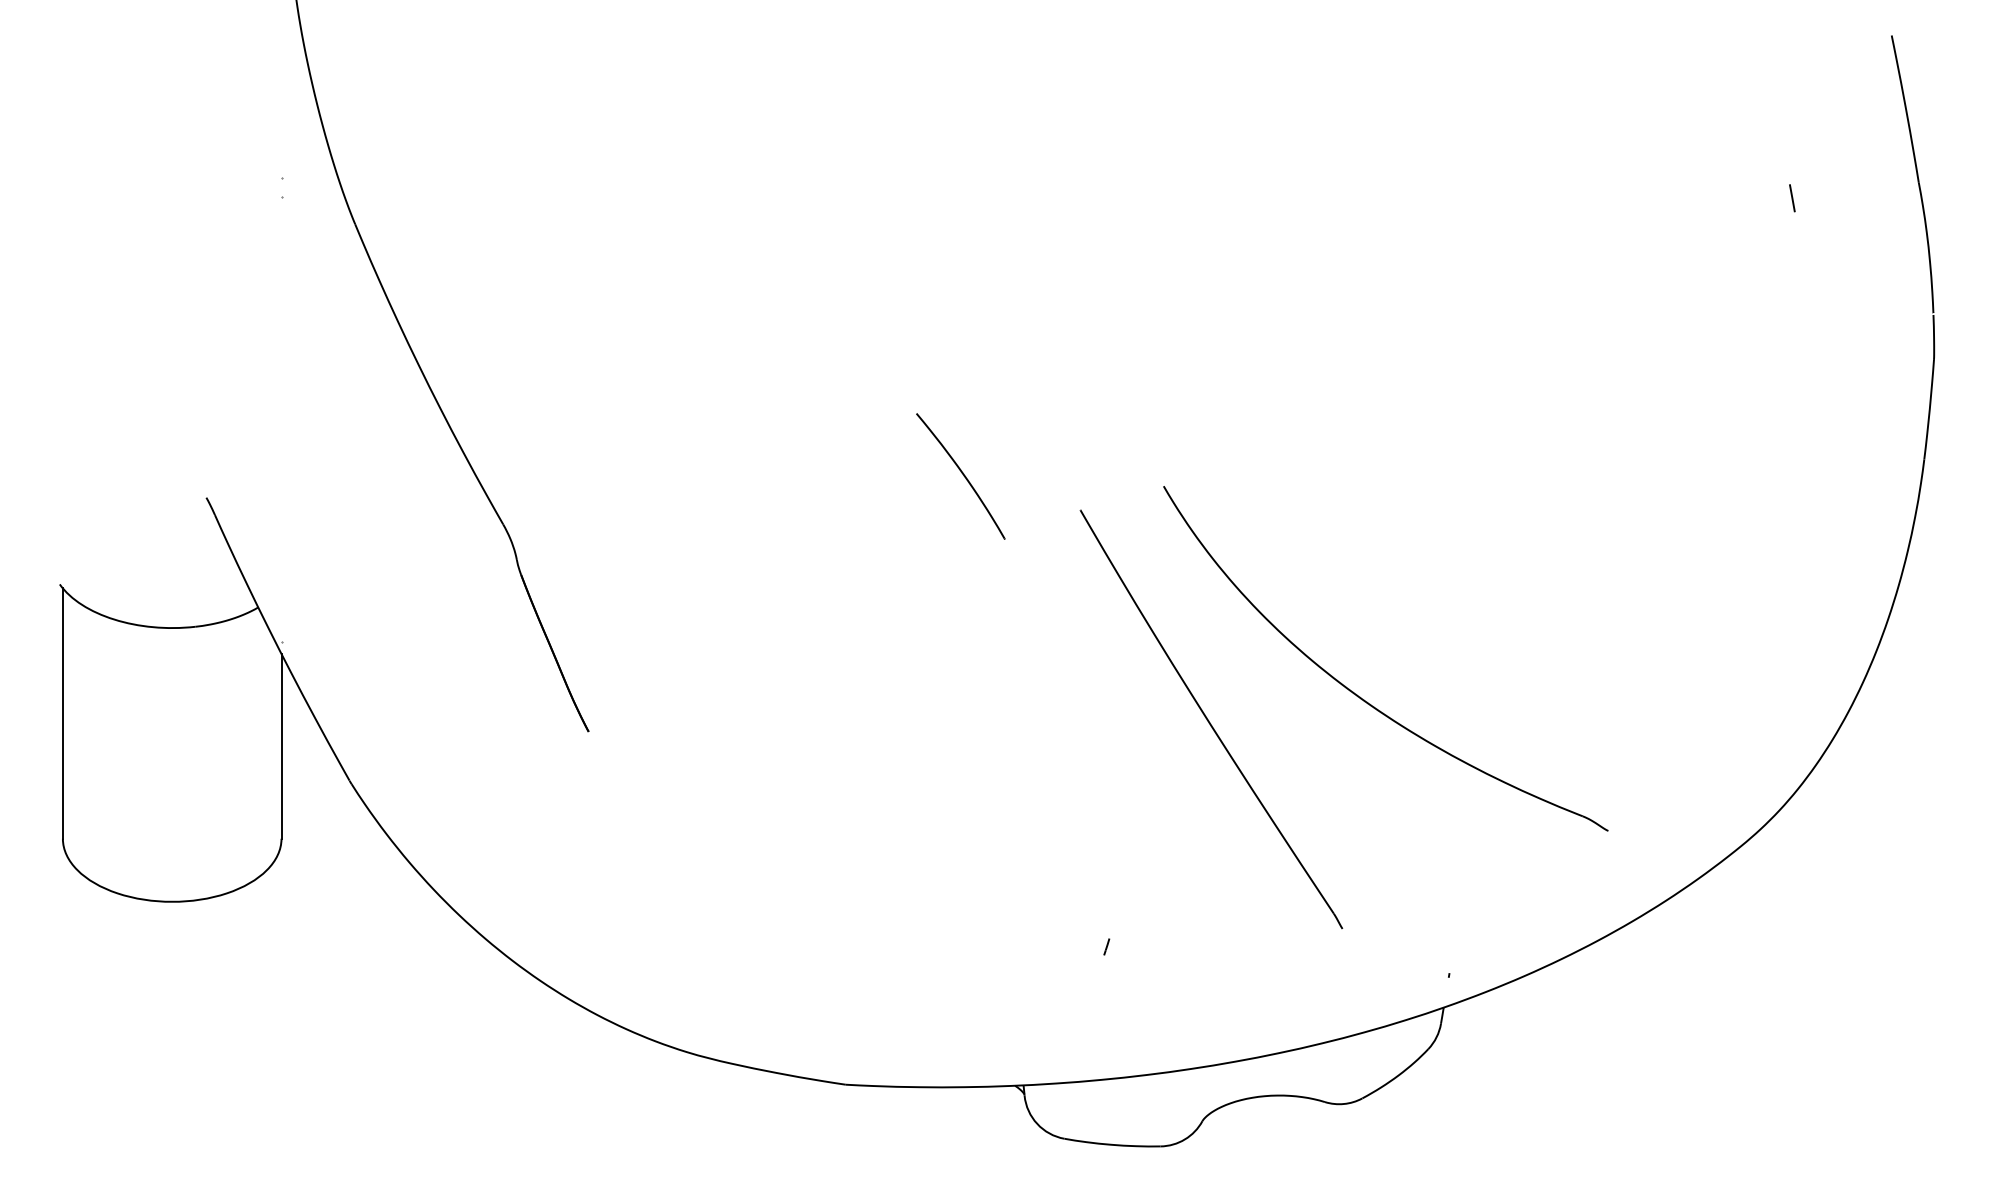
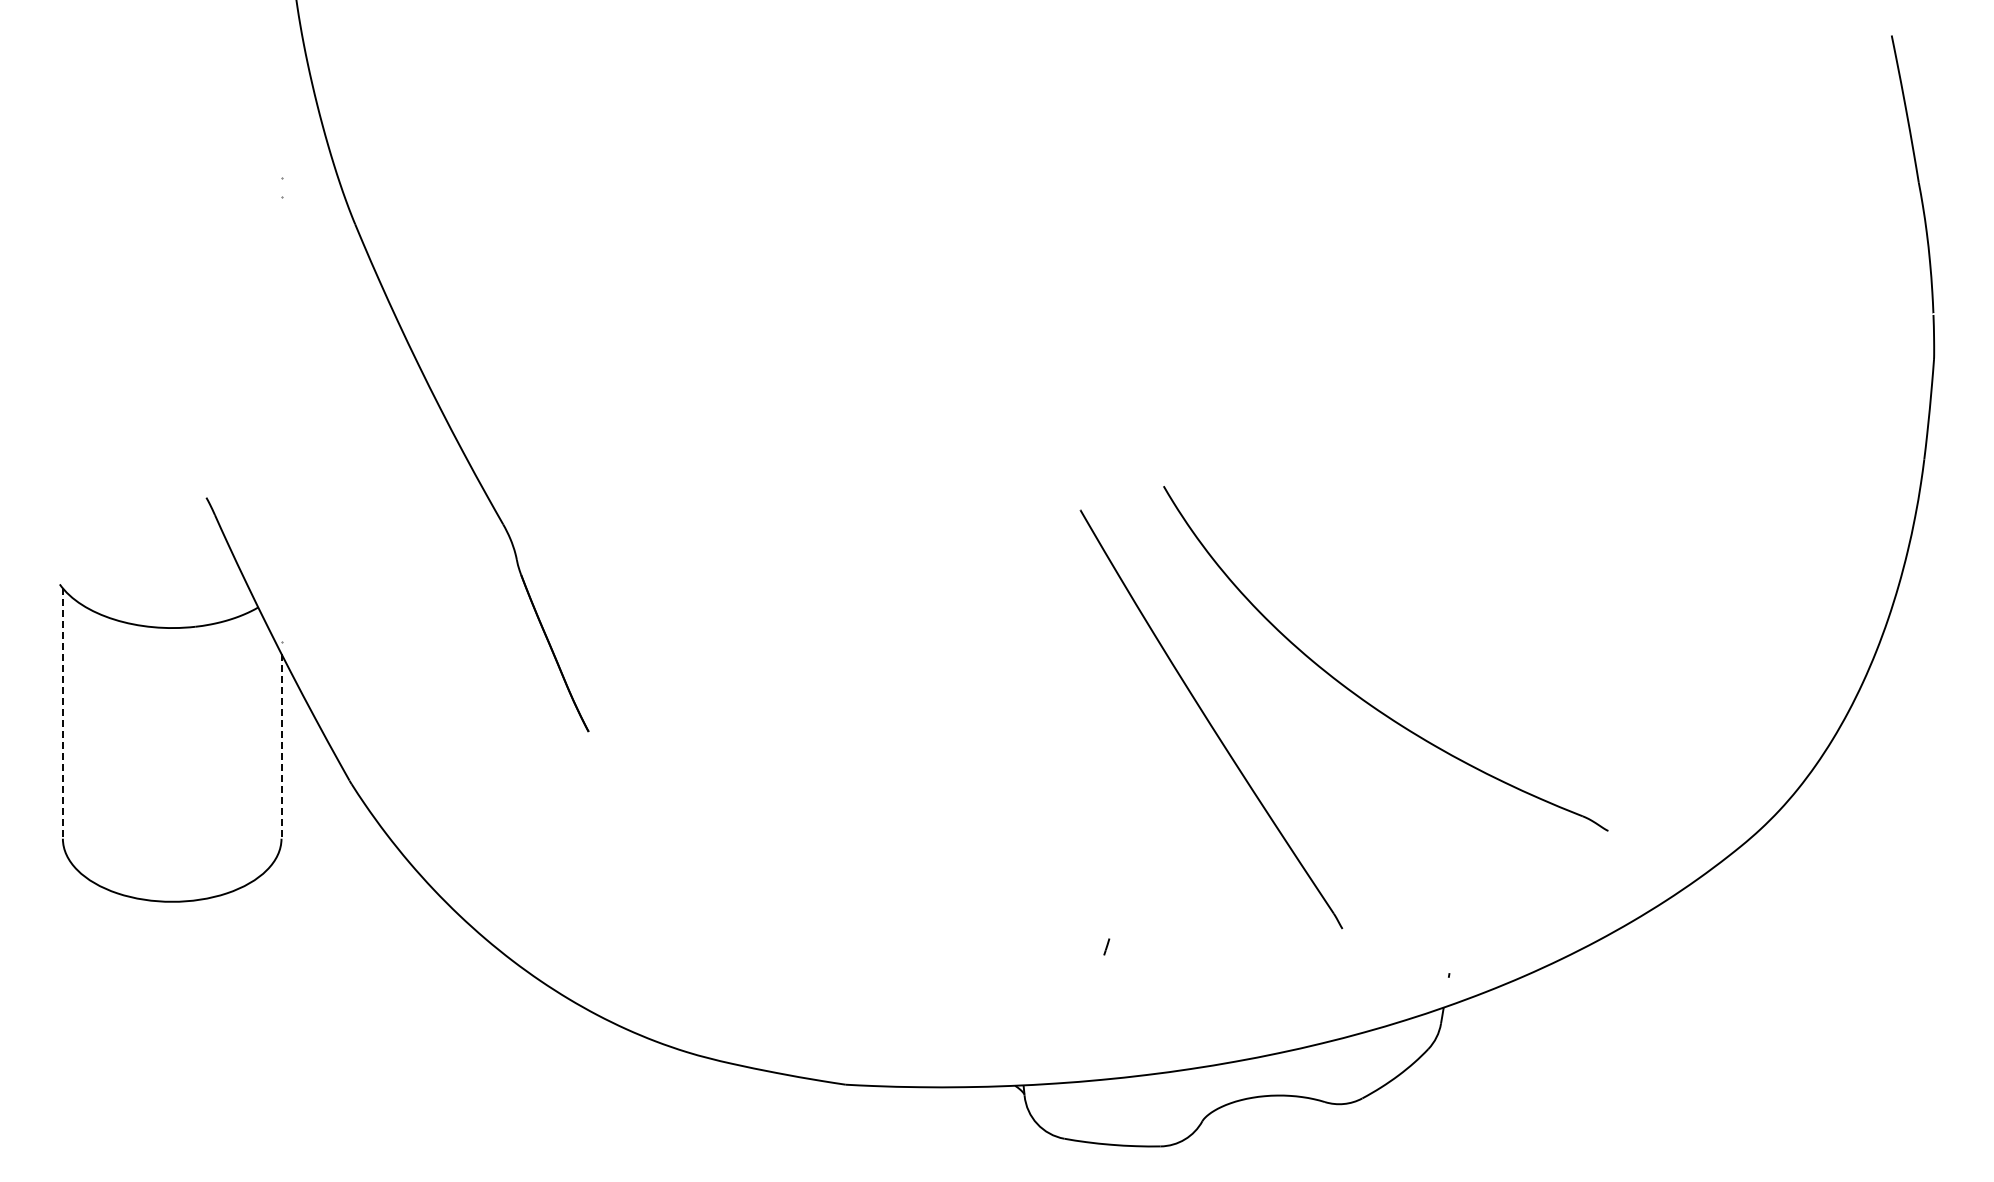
line at (1792, 198): present -> none
part at (960, 476): present -> none
line at (62, 714): solid -> dashed
line at (281, 746): solid -> dashed
